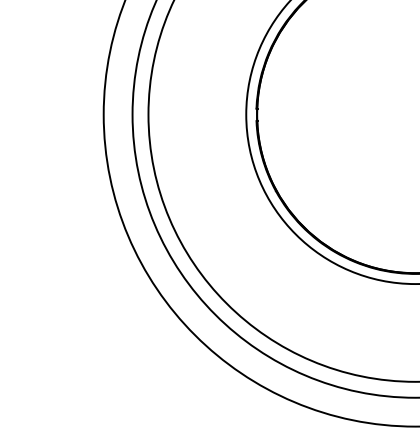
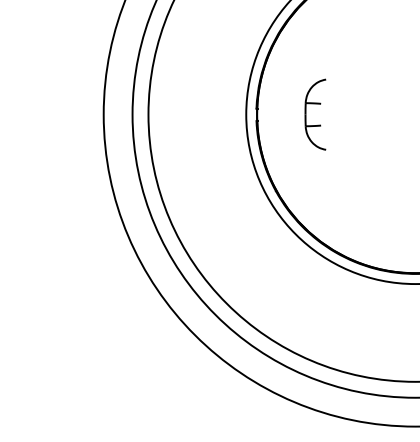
part at (306, 114): none -> present
